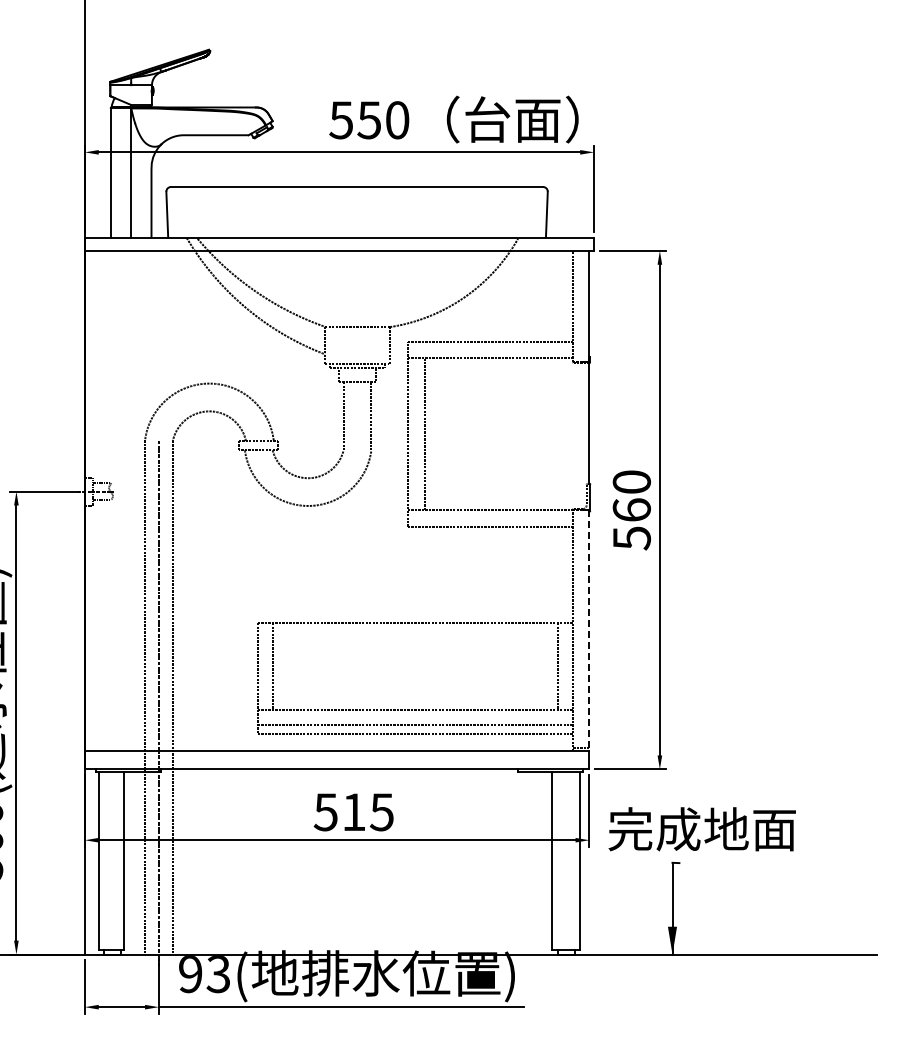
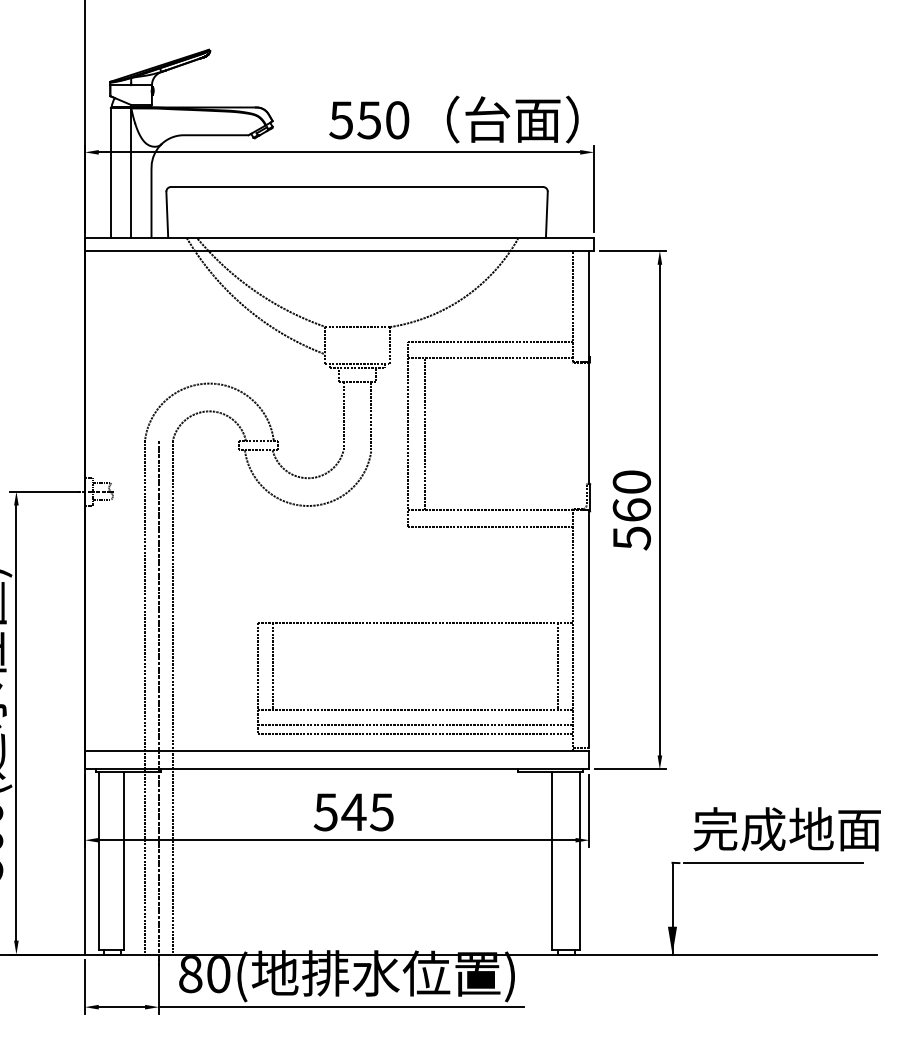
line at (589, 629): dashed -> solid
text at (353, 811): 515 -> 545
text at (701, 829) position: (701, 829) -> (786, 829)
line at (773, 863): none -> present
text at (204, 974): 93( -> 80(
